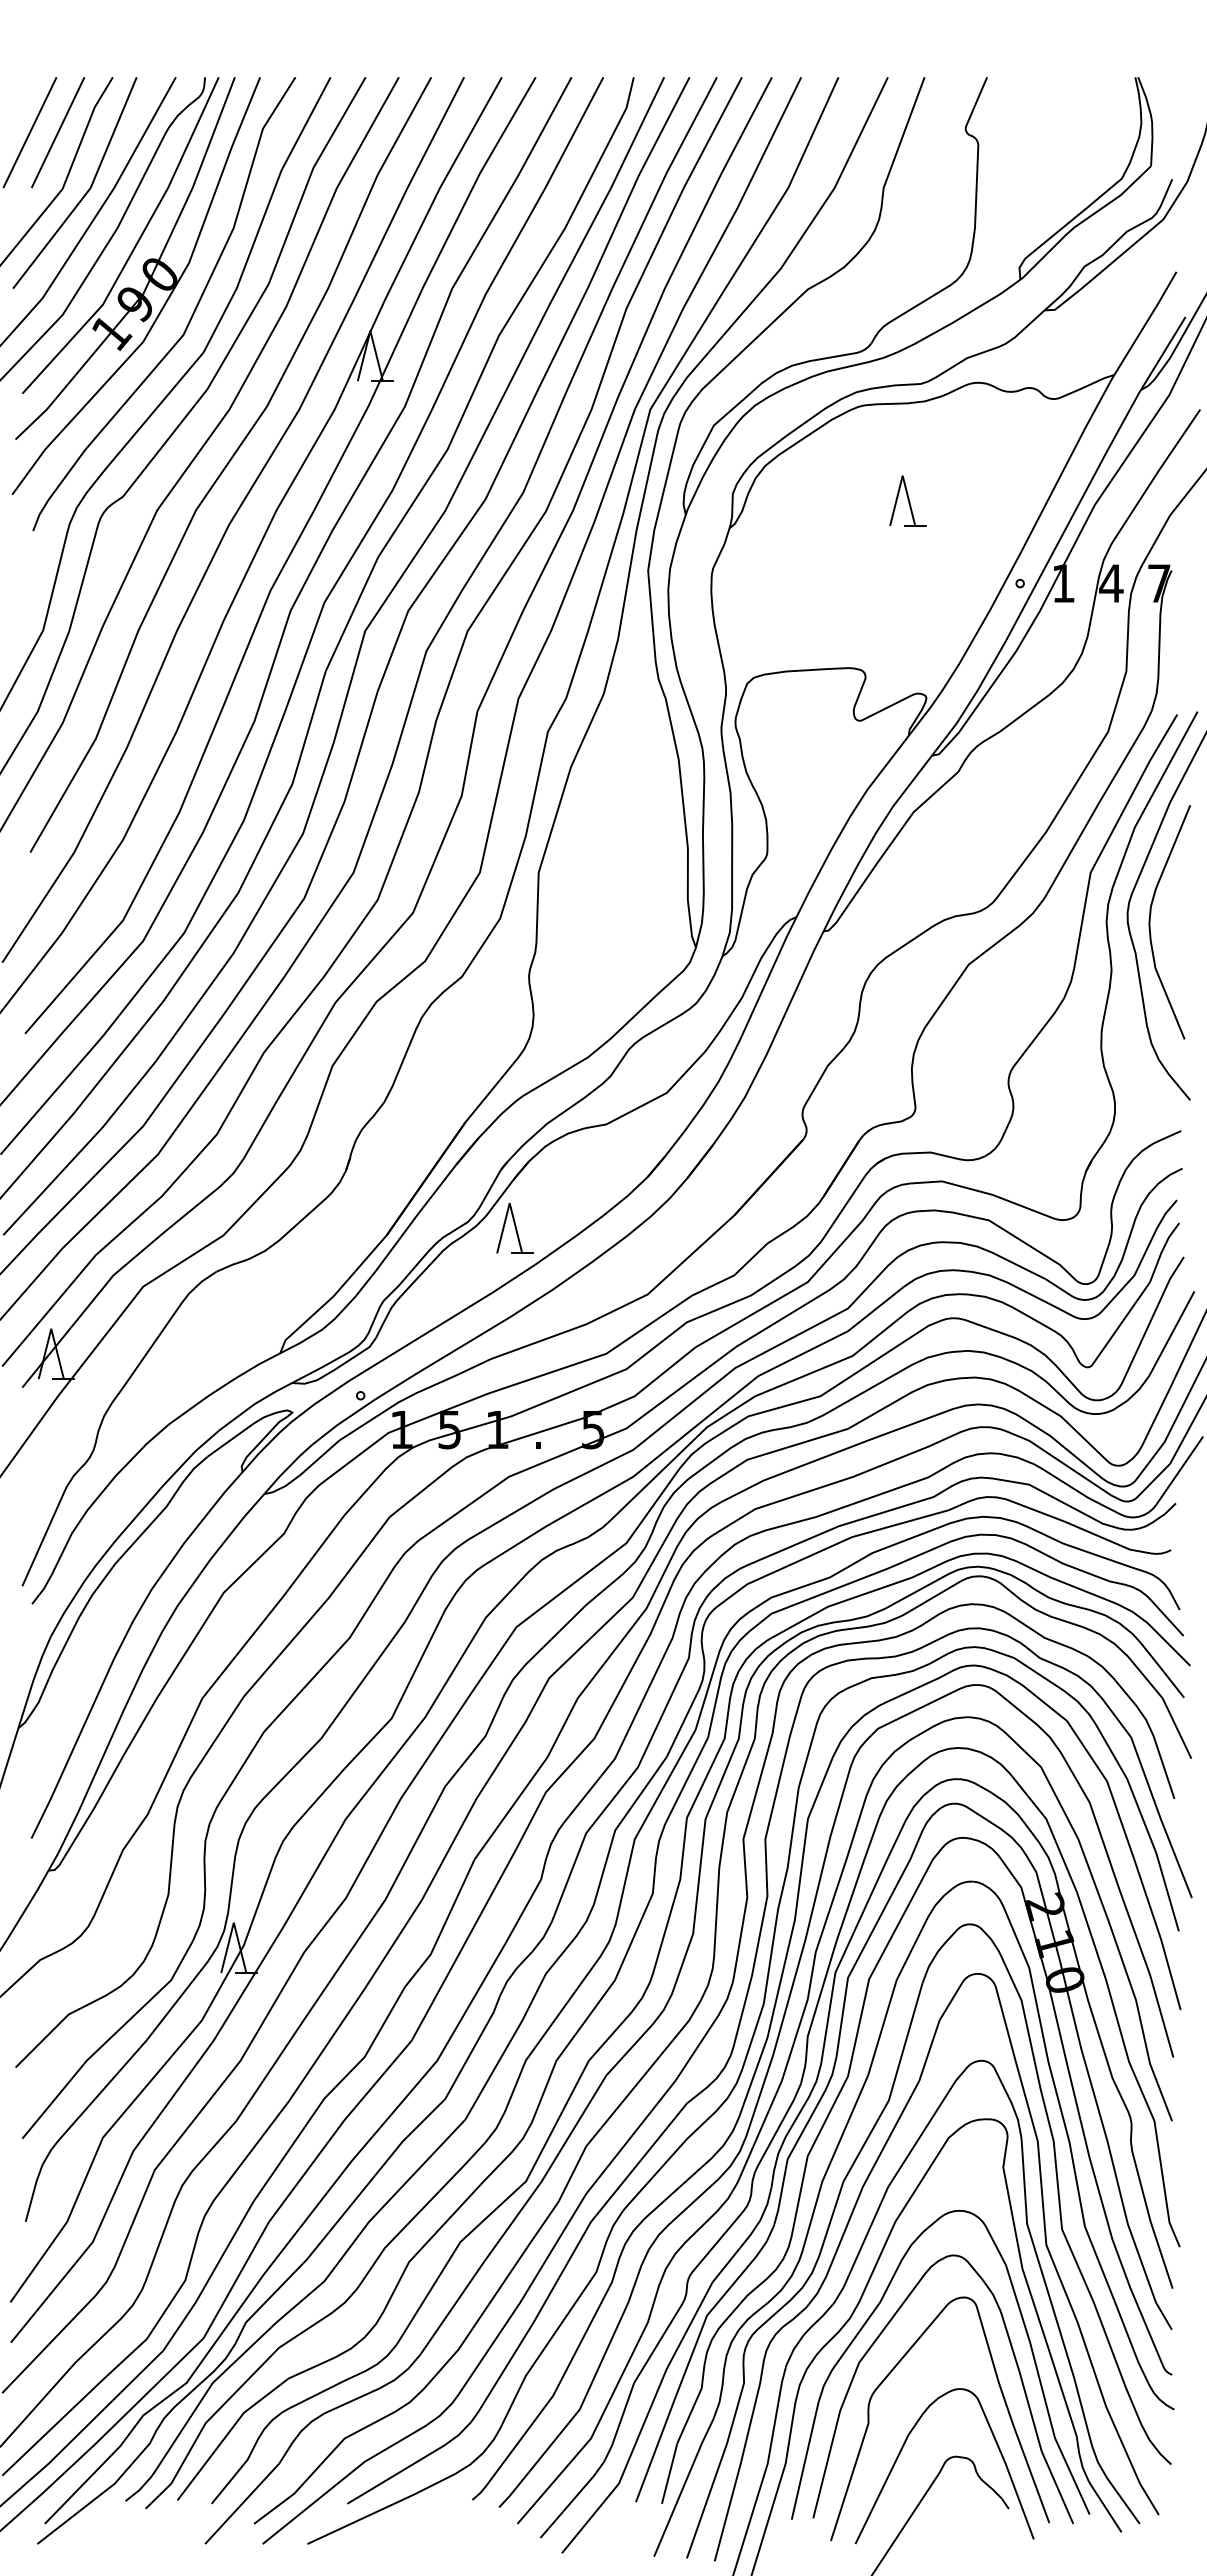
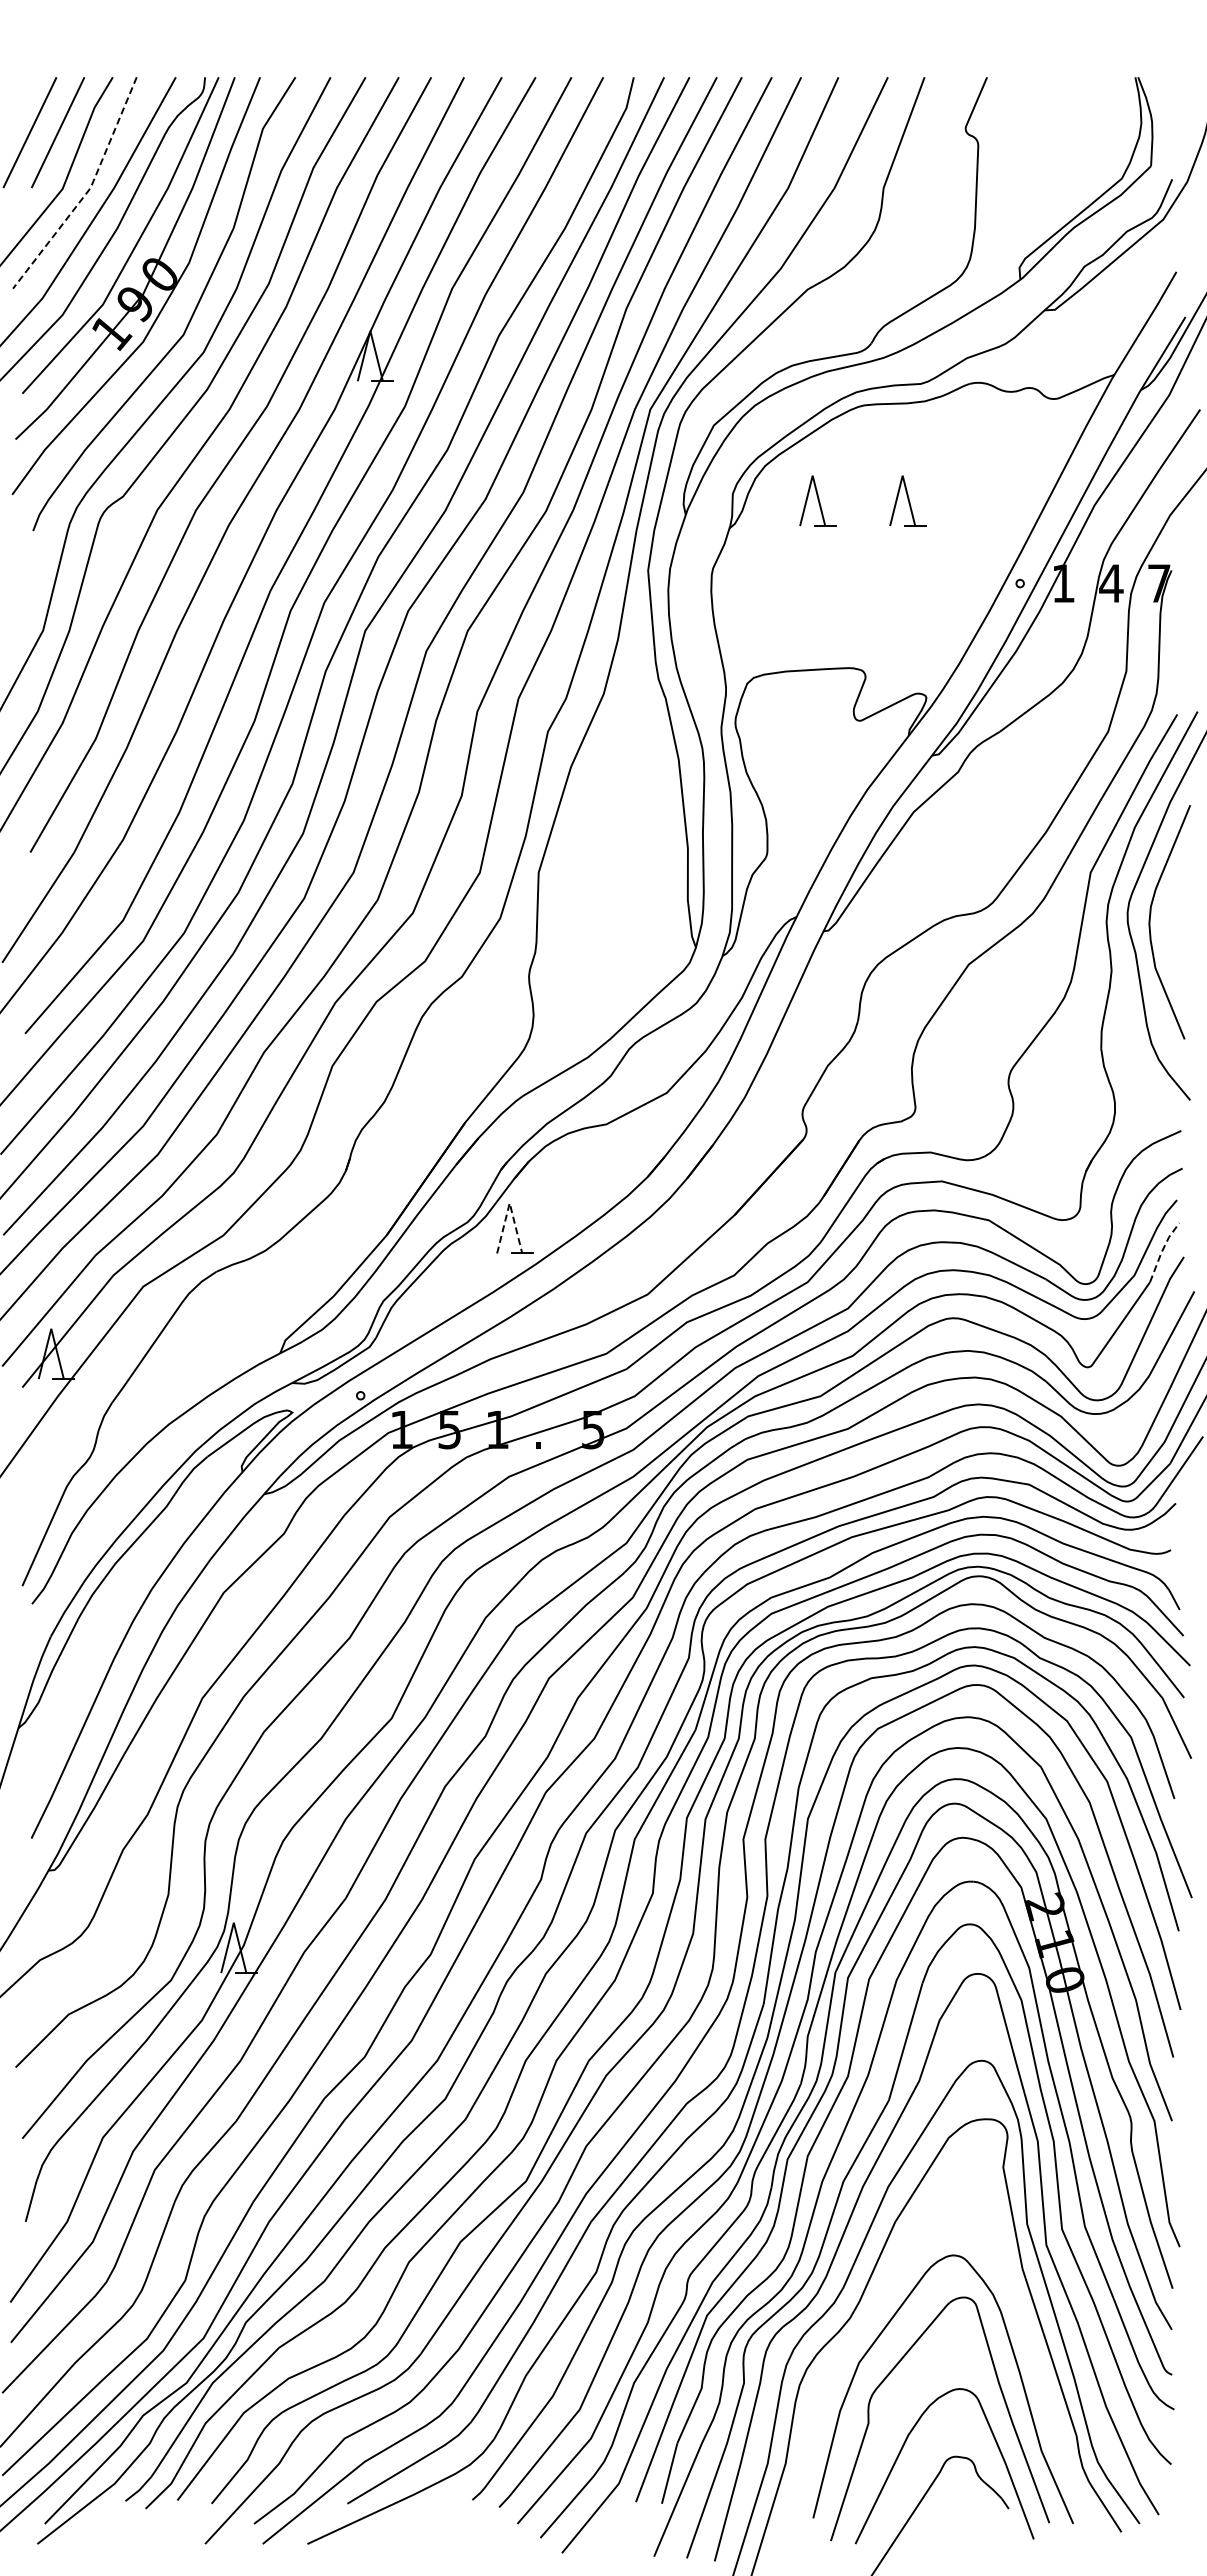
line at (88, 191): solid -> dashed
part at (817, 500): none -> present
line at (509, 1203): solid -> dashed
line at (1162, 1251): solid -> dashed
curve at (874, 2312): present -> none
